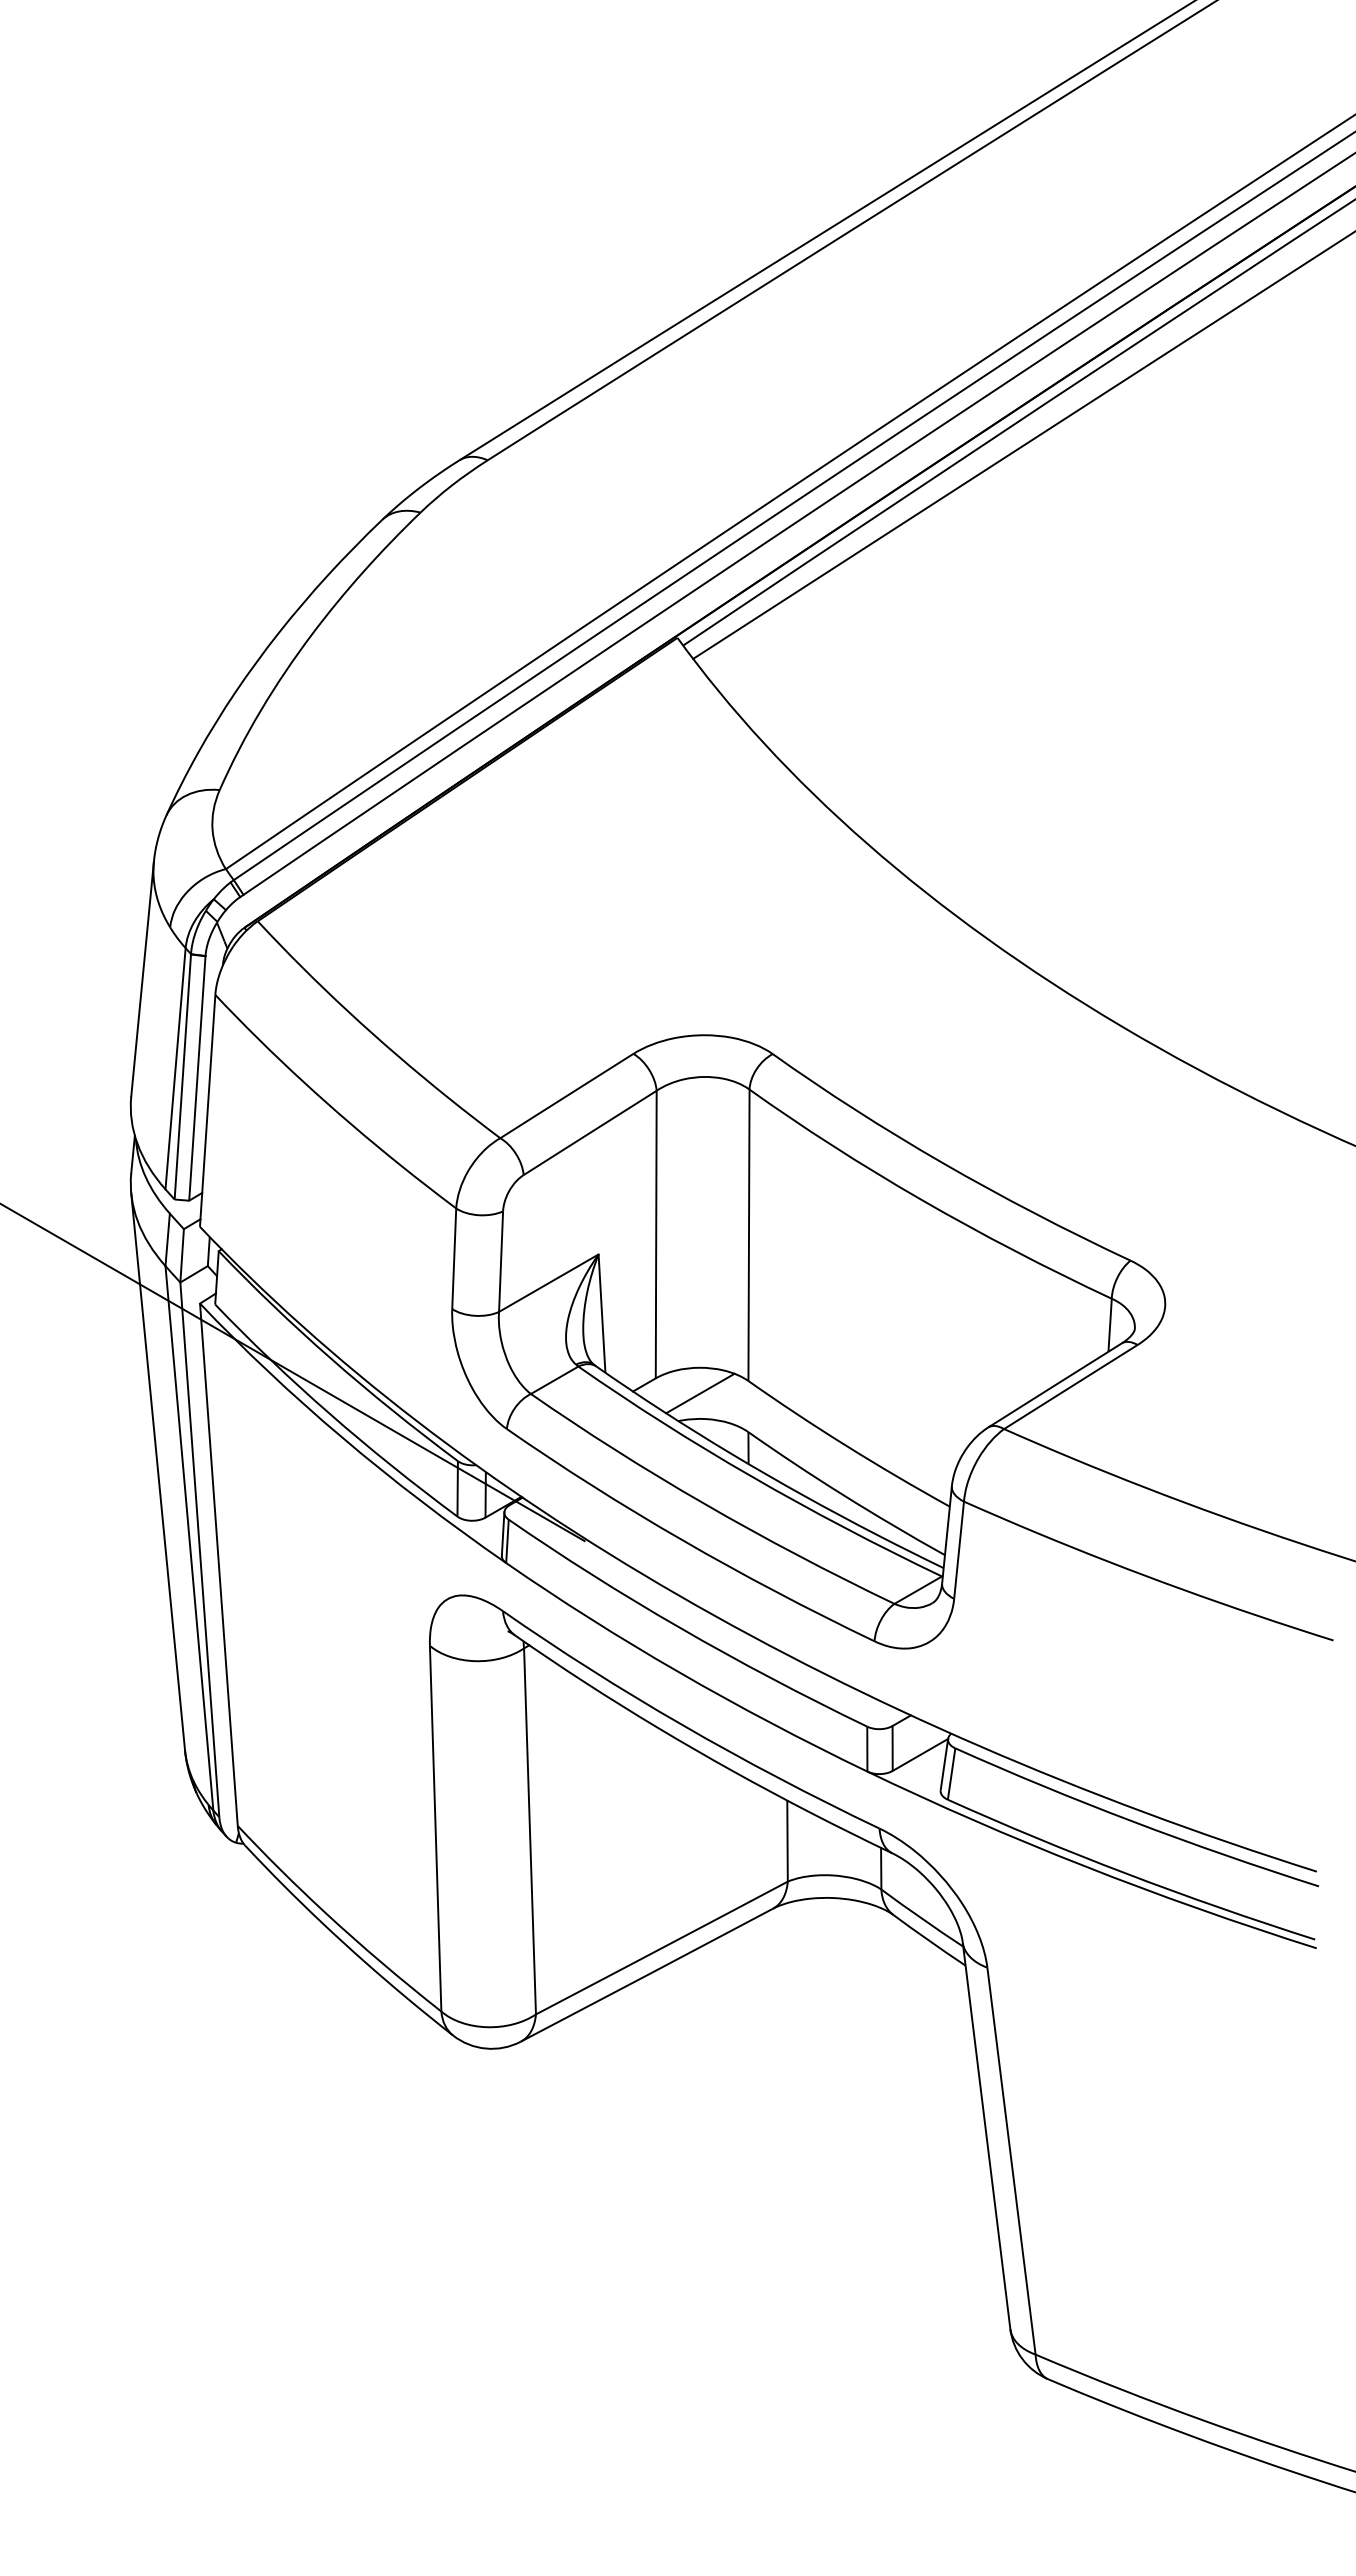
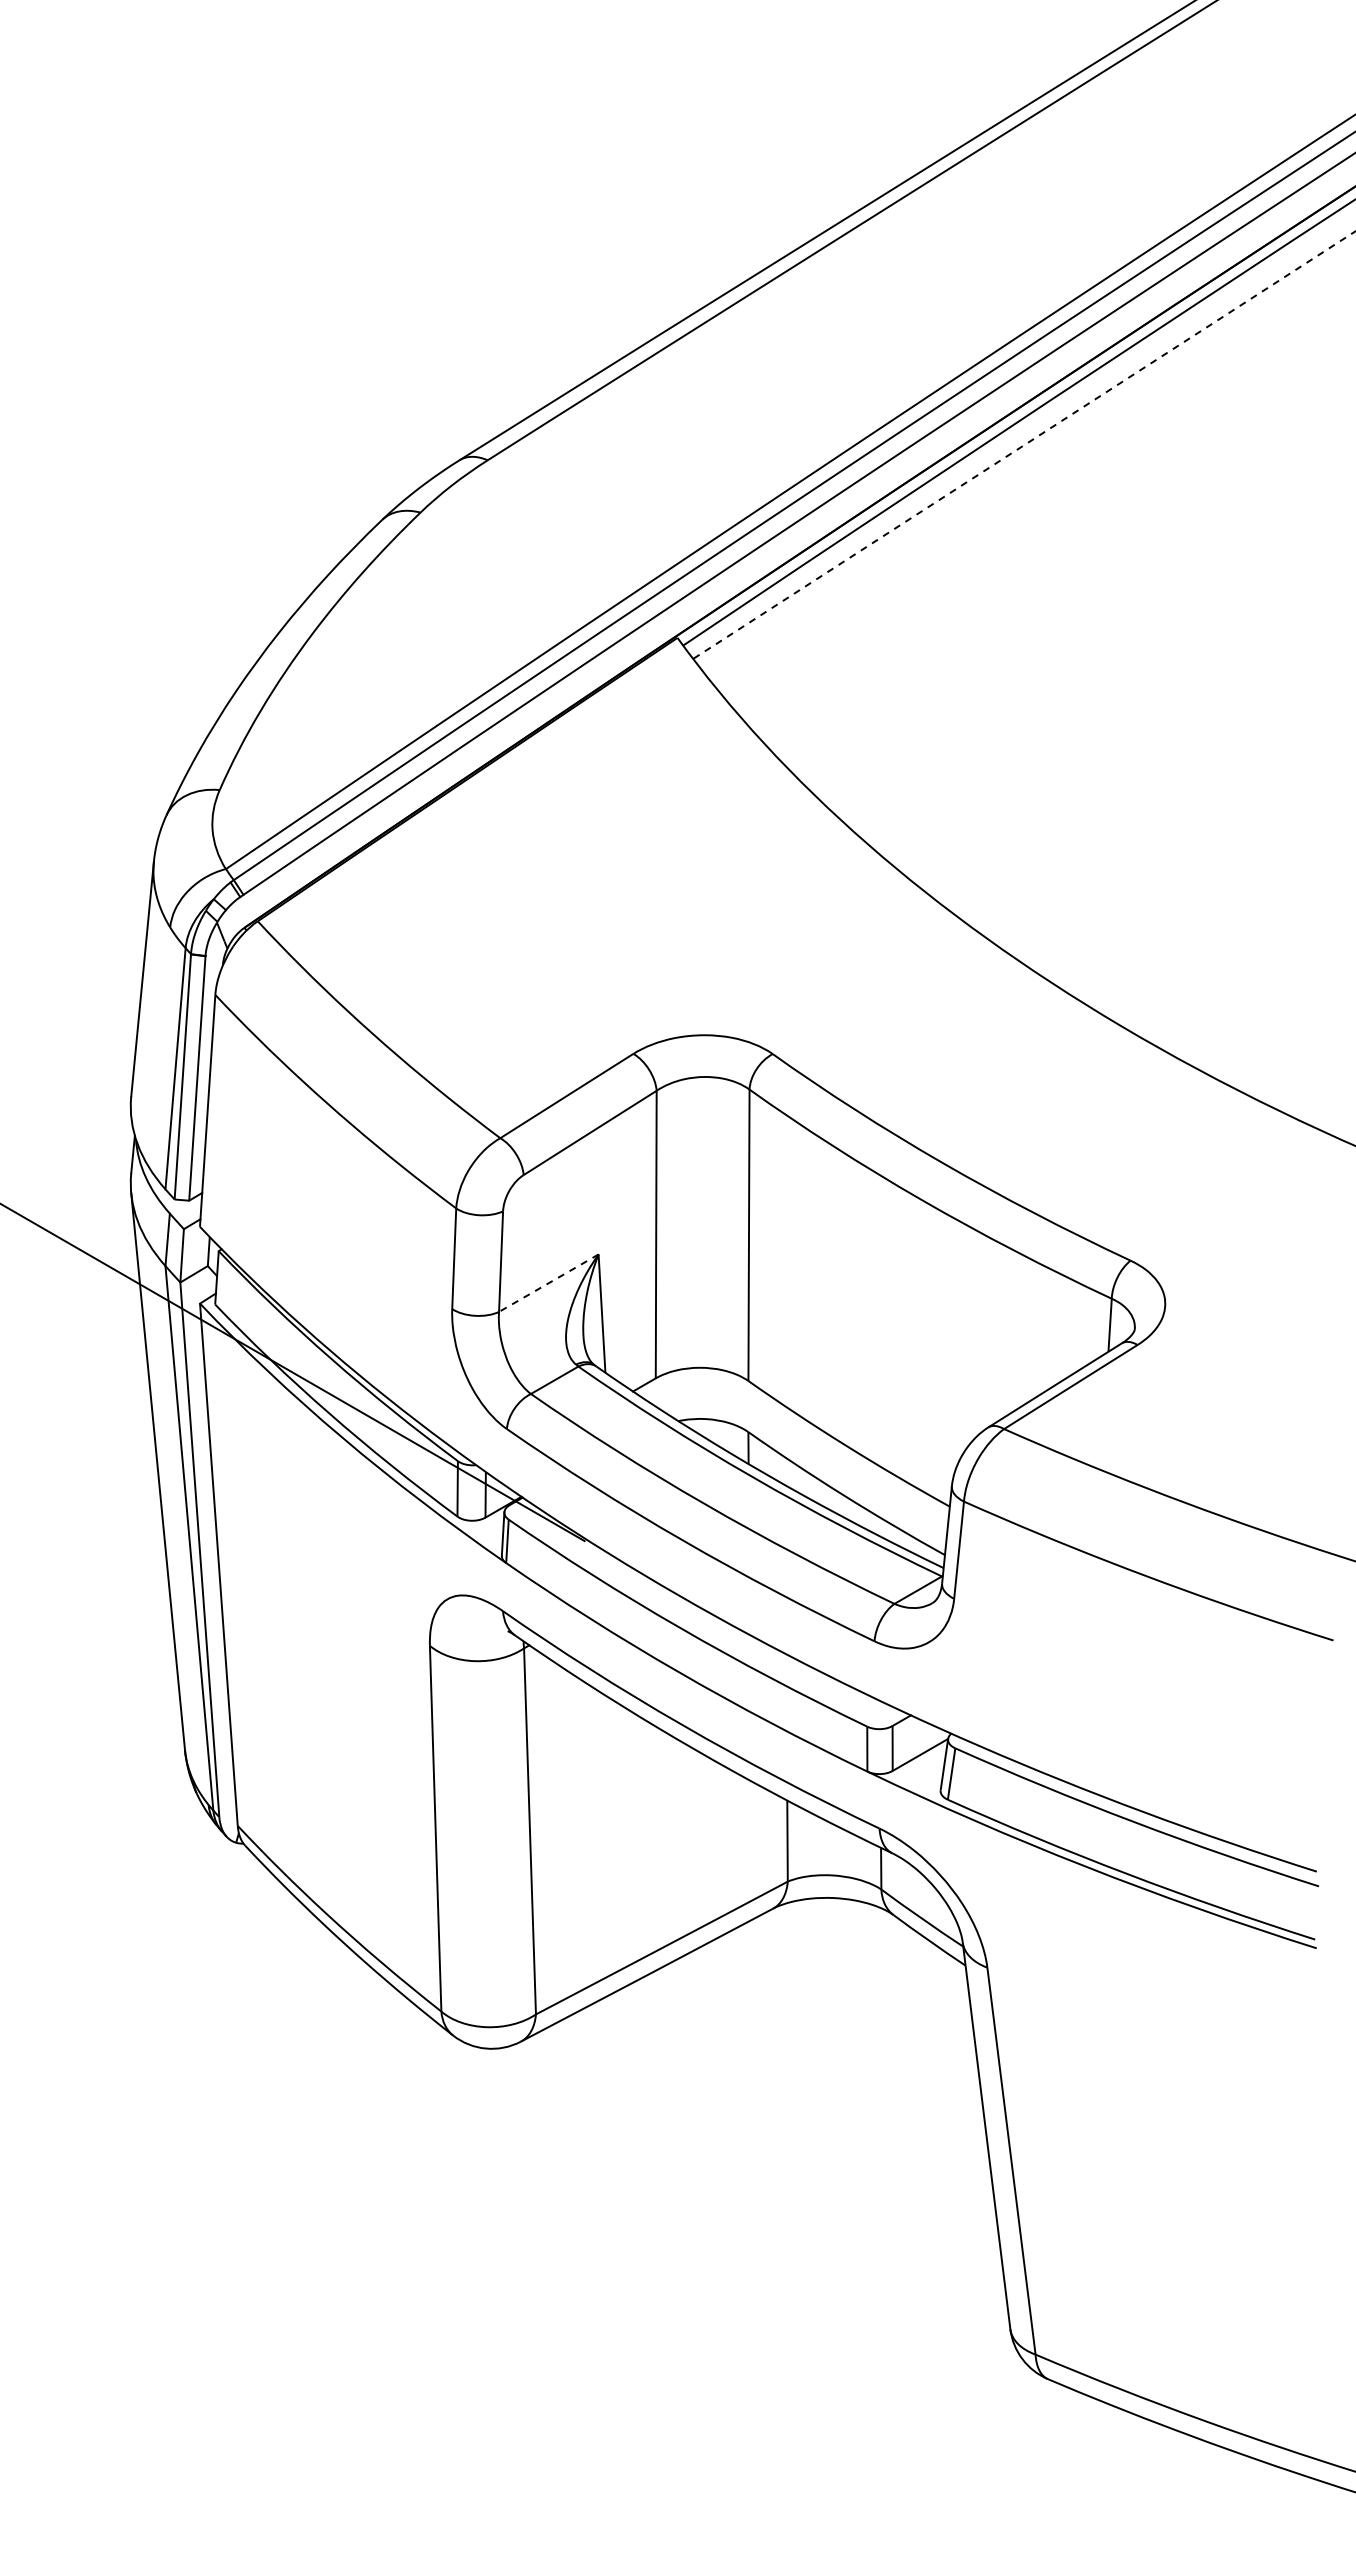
line at (1024, 445): solid -> dashed
line at (548, 1283): solid -> dashed
line at (700, 1393): present -> none
